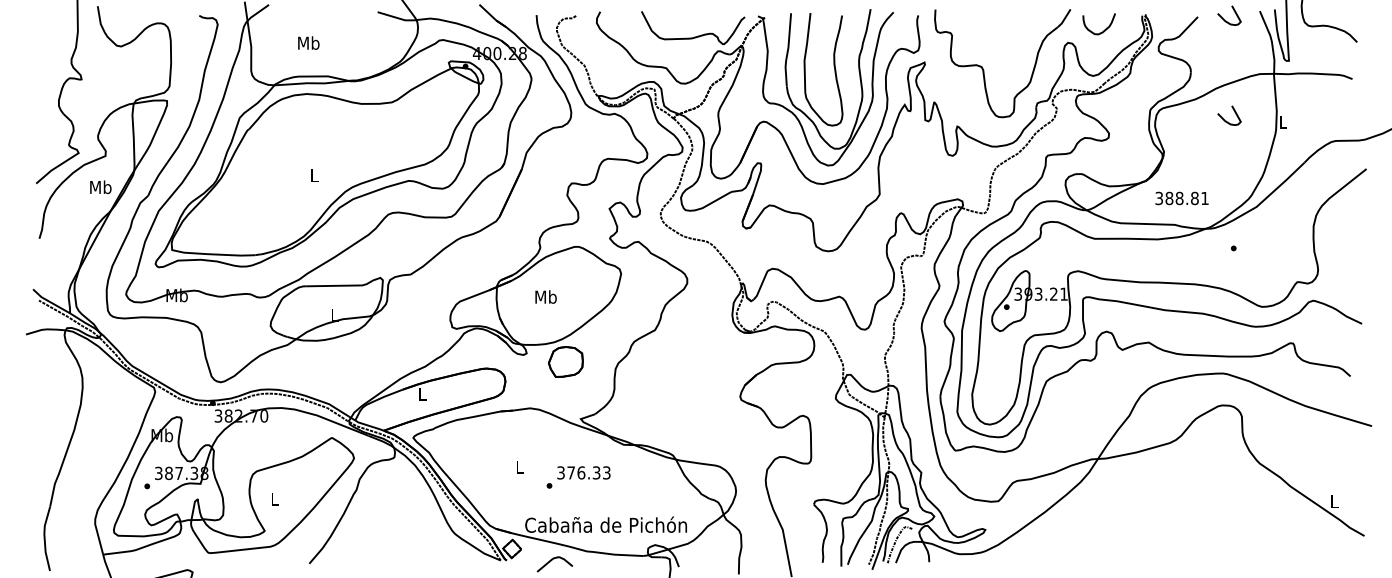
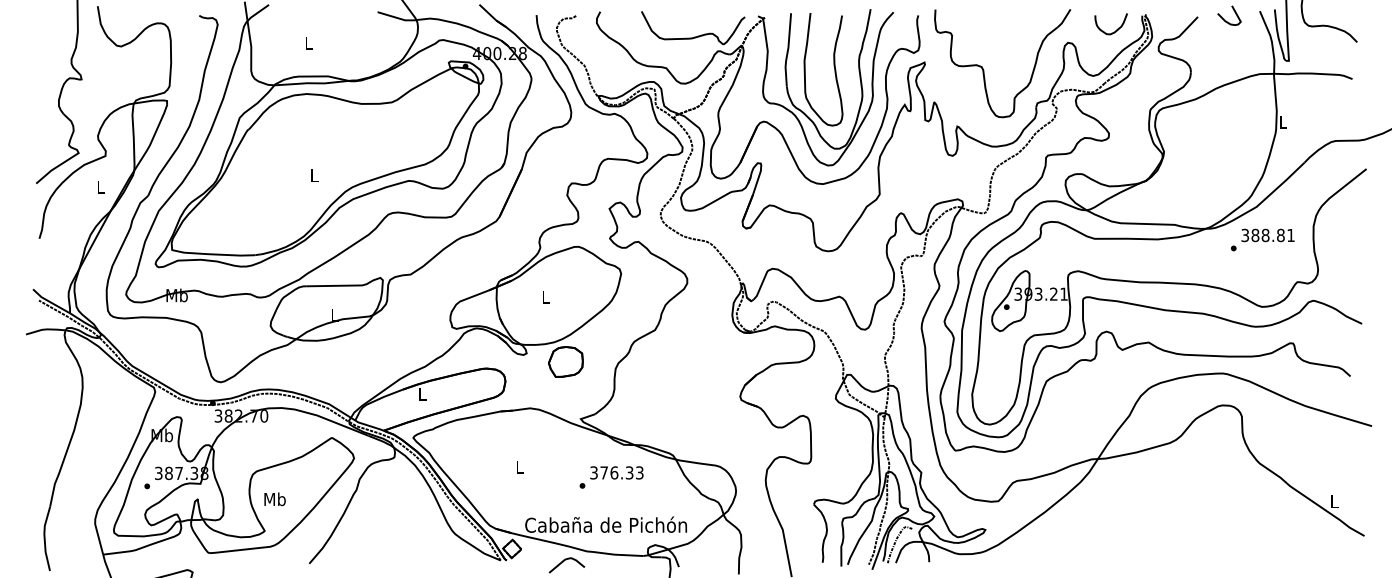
curve at (1104, 29) position: (1104, 29) -> (1116, 29)
text at (308, 42): Mb -> L
curve at (1234, 112): present -> none
text at (100, 187): Mb -> L
text at (1181, 198) position: (1181, 198) -> (1267, 235)
text at (545, 296): Mb -> L
text at (578, 477) position: (578, 477) -> (611, 477)
text at (274, 499): L -> Mb
curve at (551, 561) position: (551, 561) -> (563, 562)
